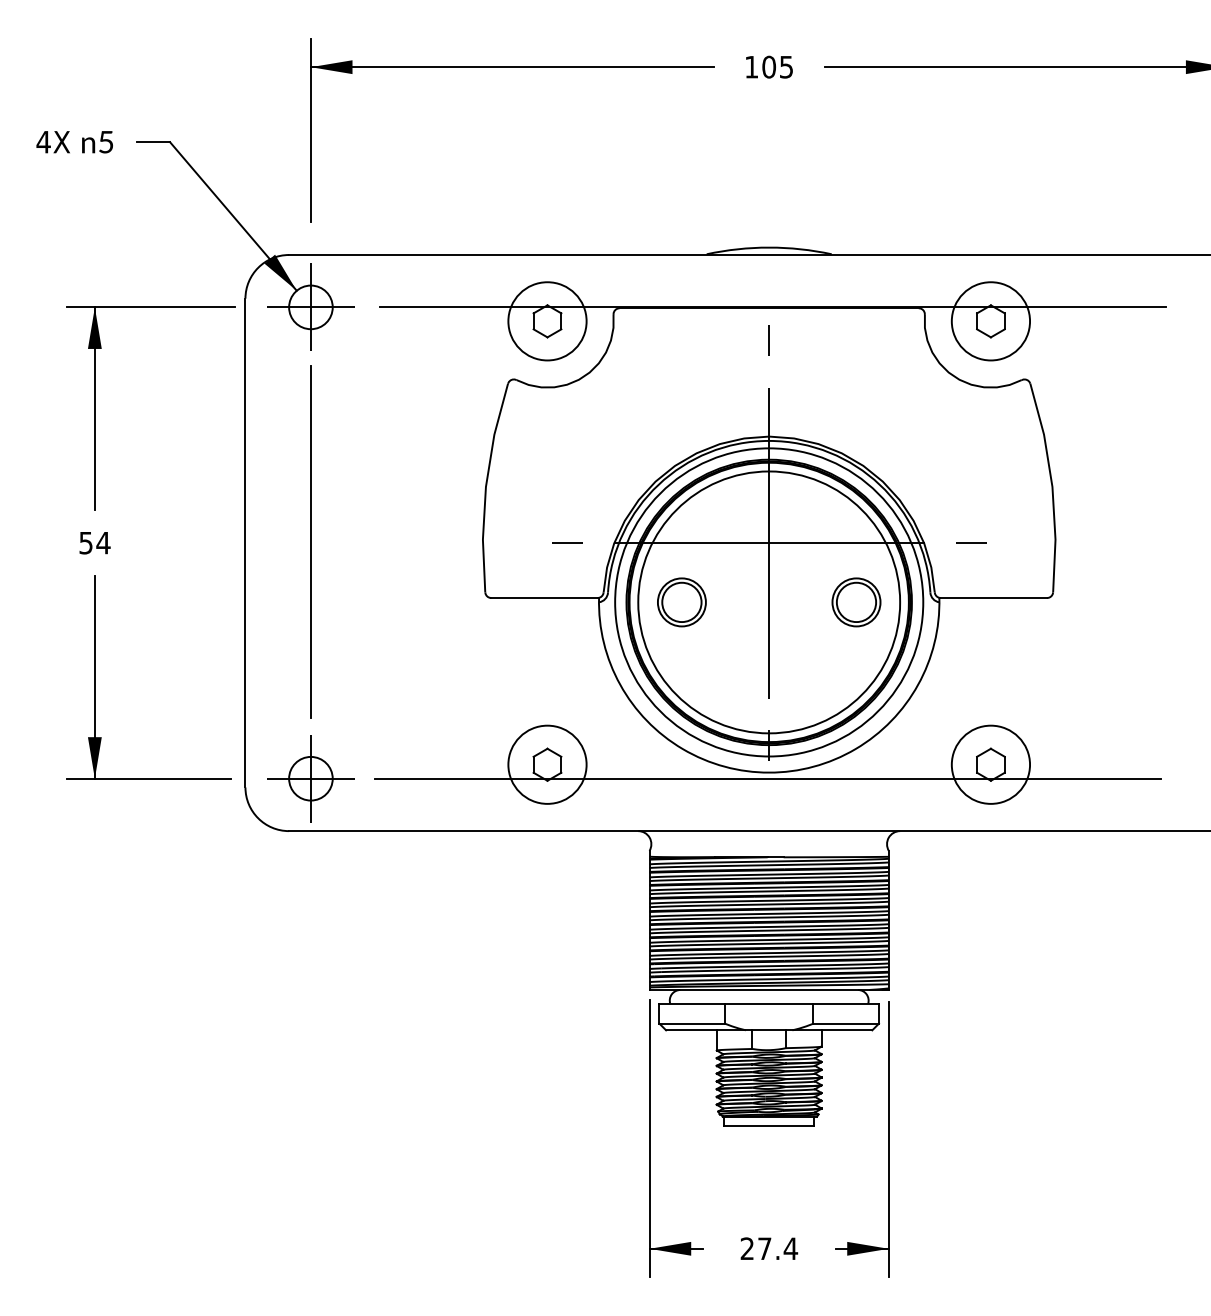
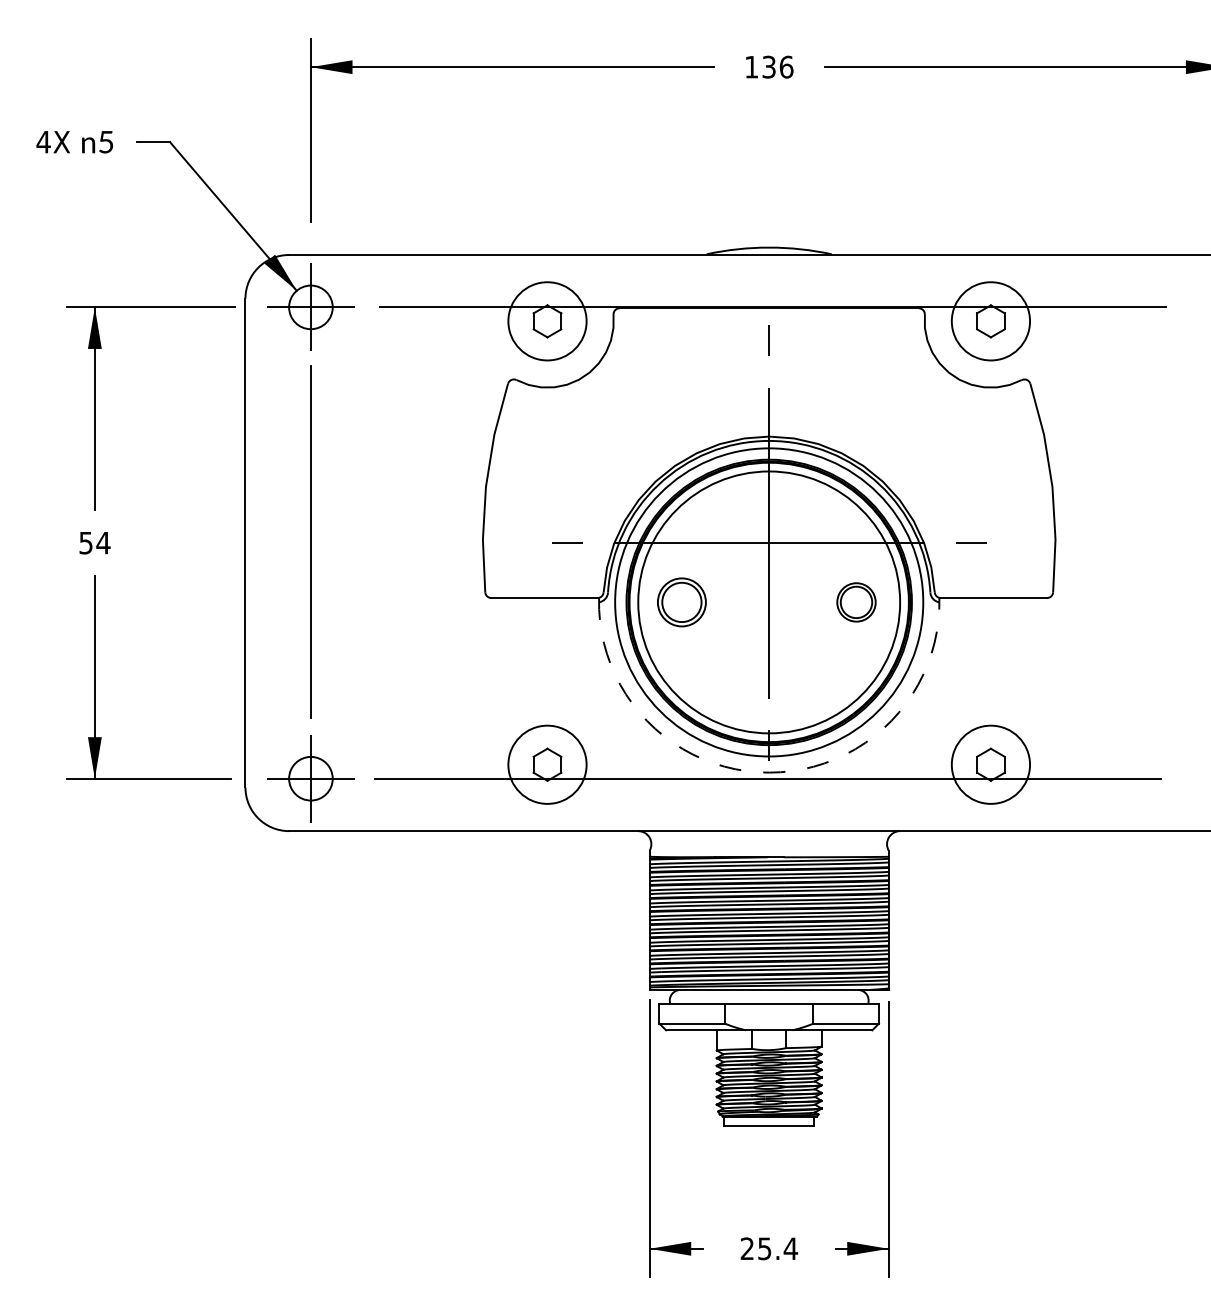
text at (777, 66): 105 -> 136
part at (856, 602) size: 51x51 px -> 41x41 px
arc at (769, 772): solid -> dashed
text at (764, 1248): 27.4 -> 25.4
